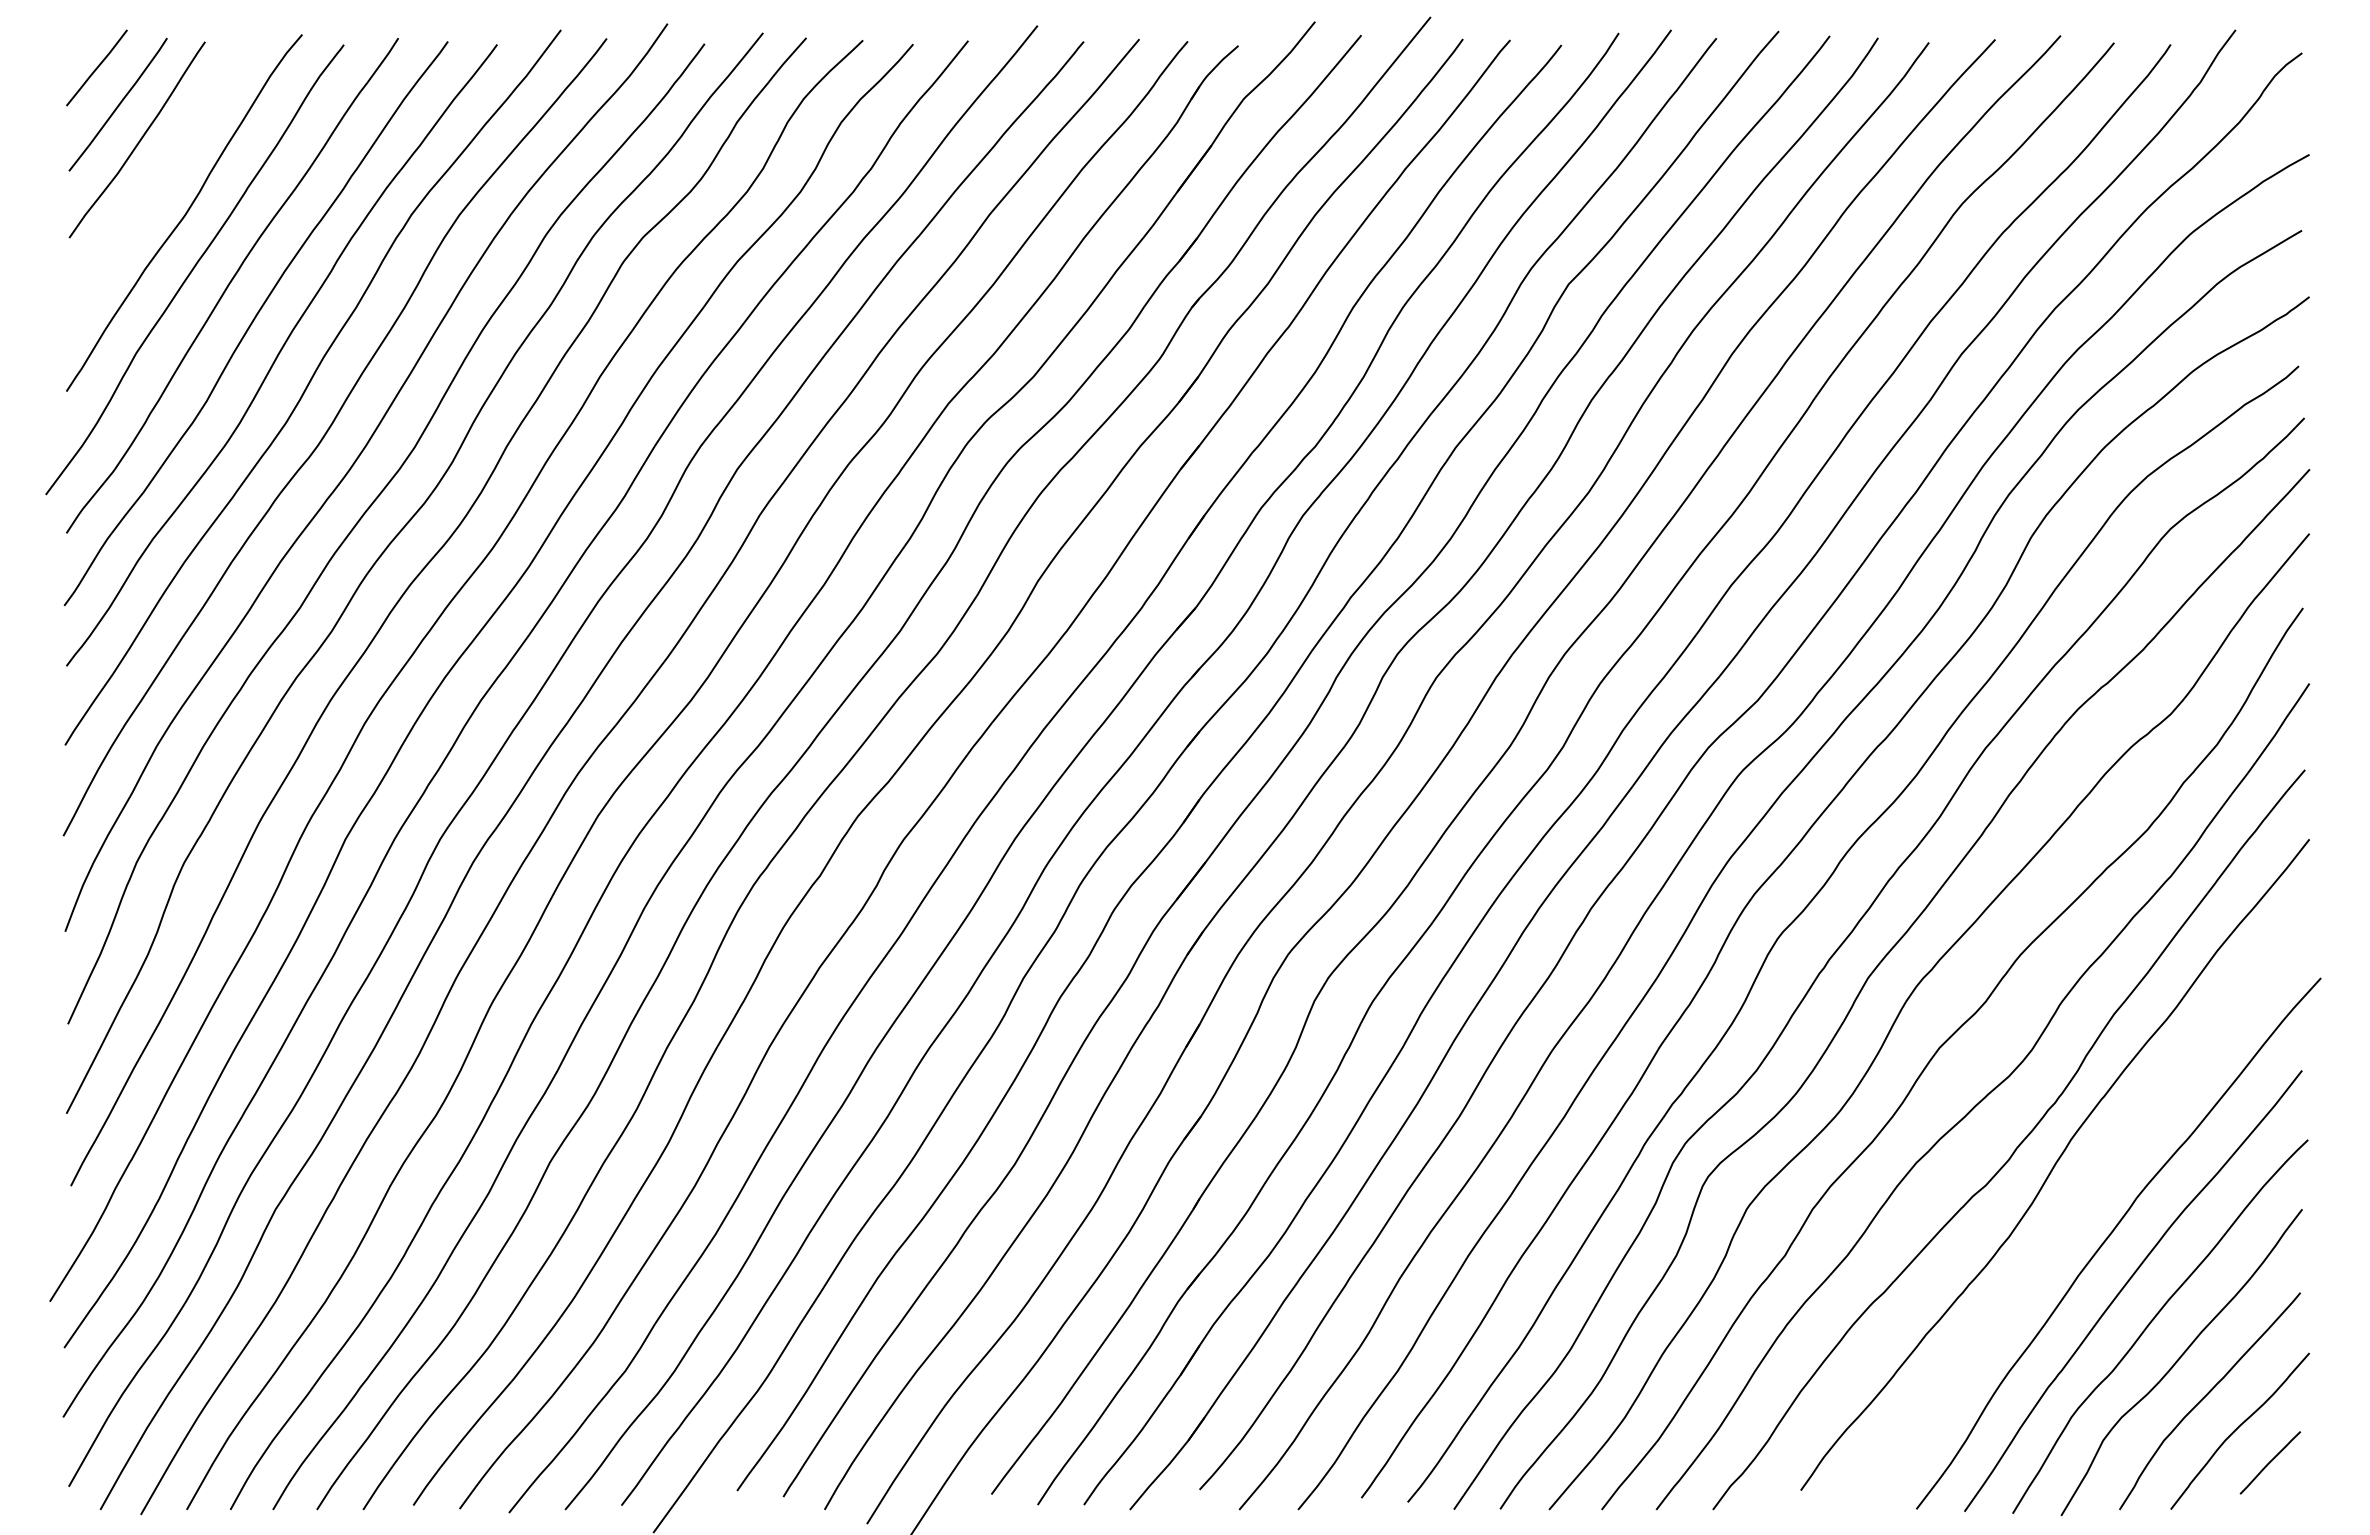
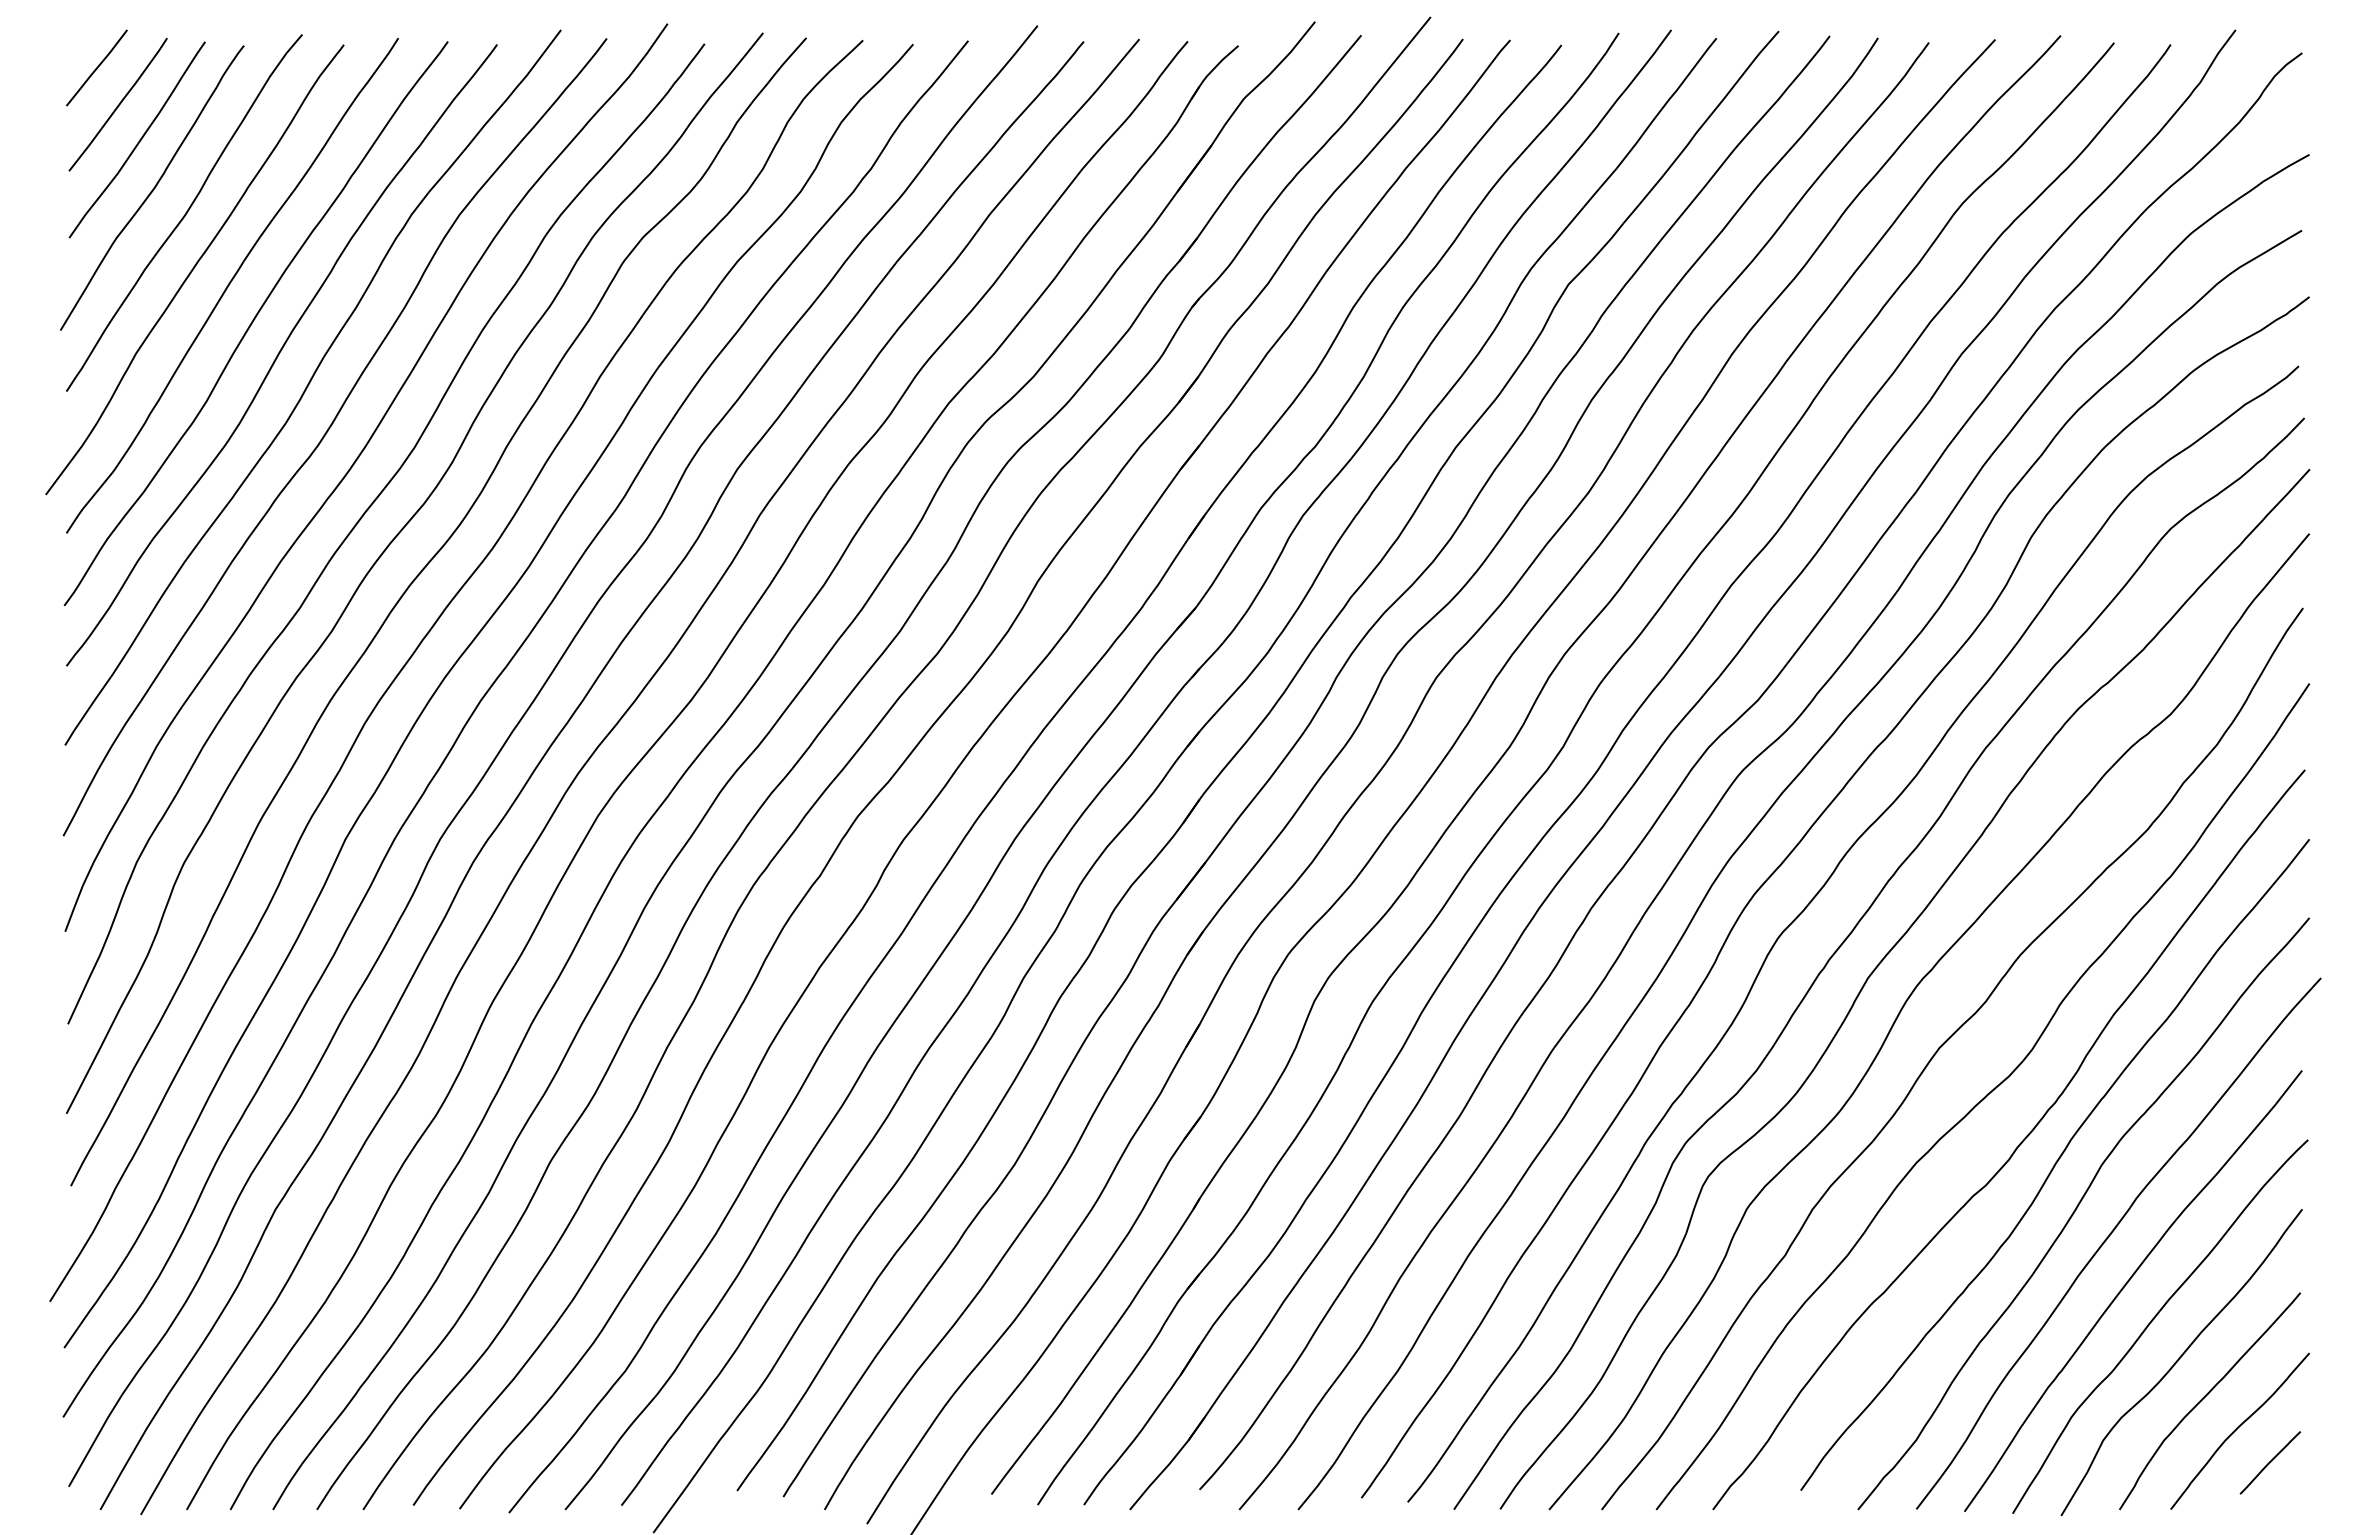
curve at (153, 187): none -> present
curve at (2076, 1210): none -> present
